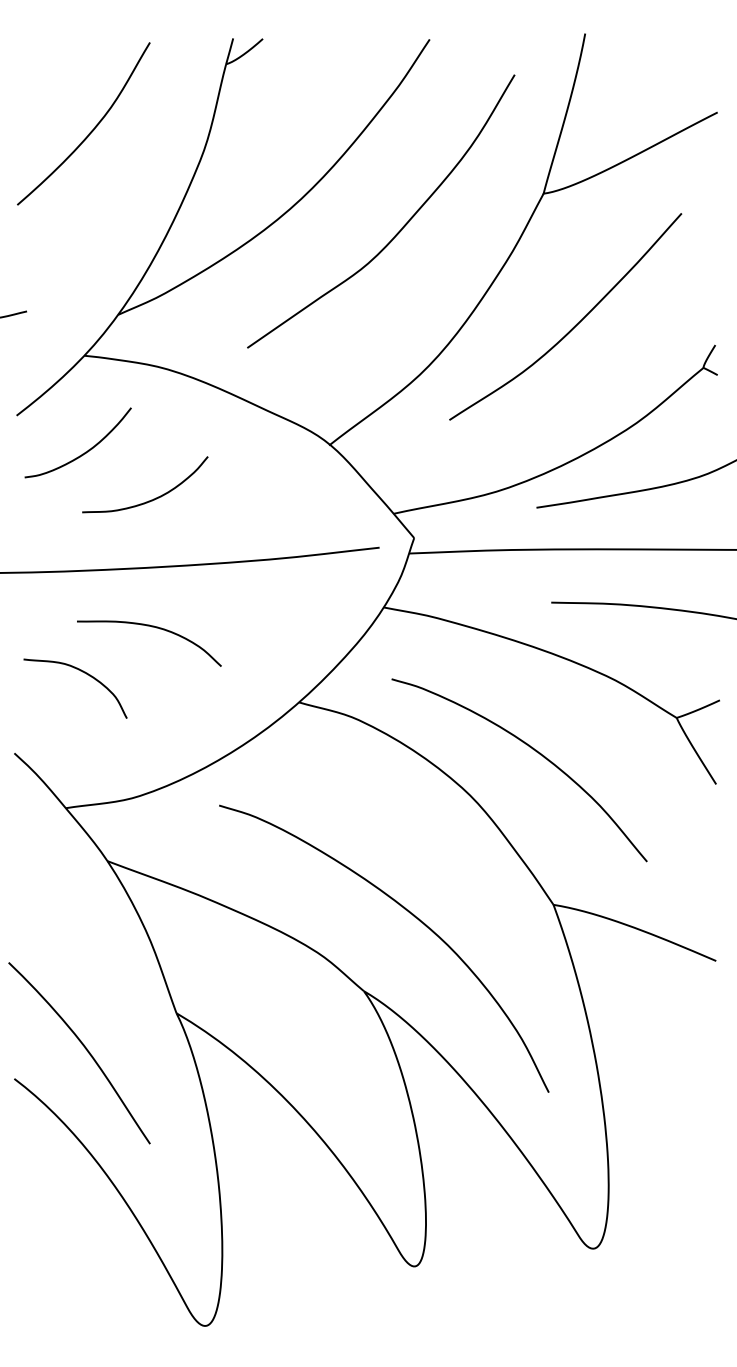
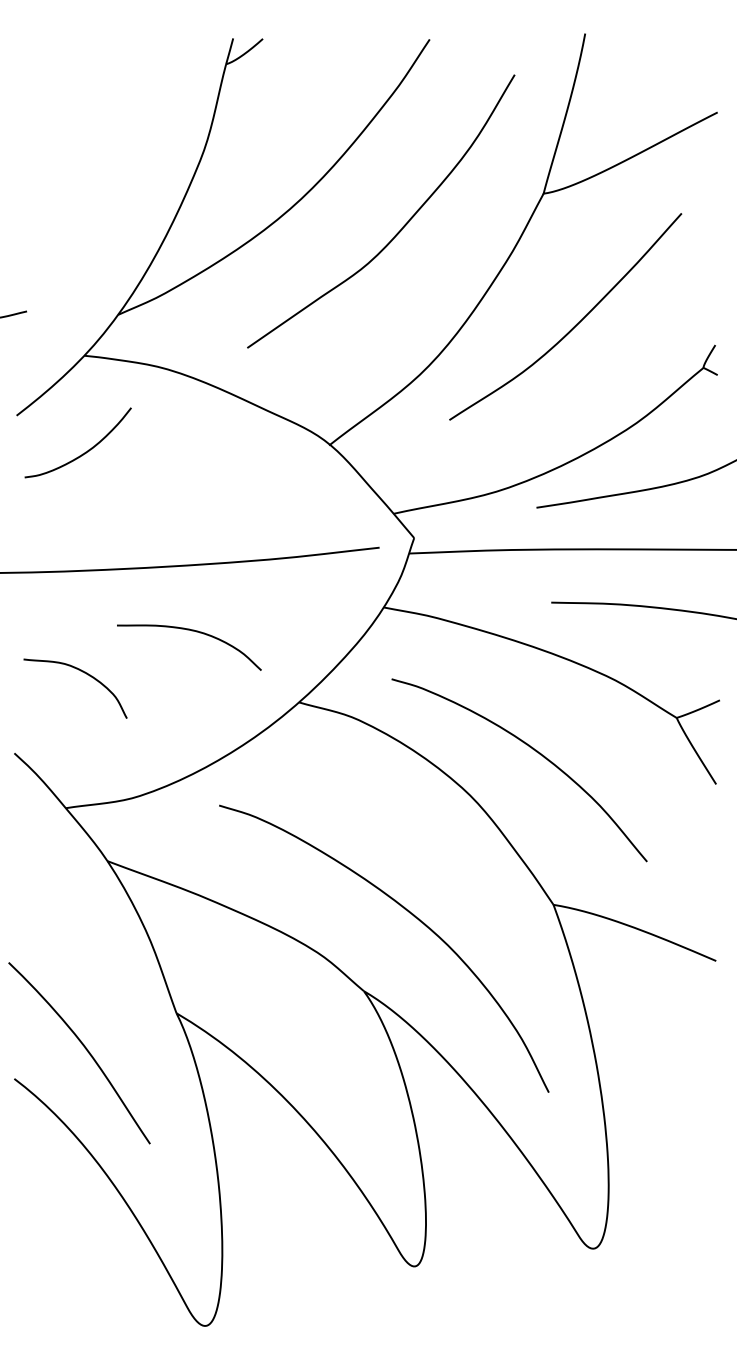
curve at (91, 130): present -> none
curve at (153, 498): present -> none
curve at (151, 627) position: (151, 627) -> (191, 631)
